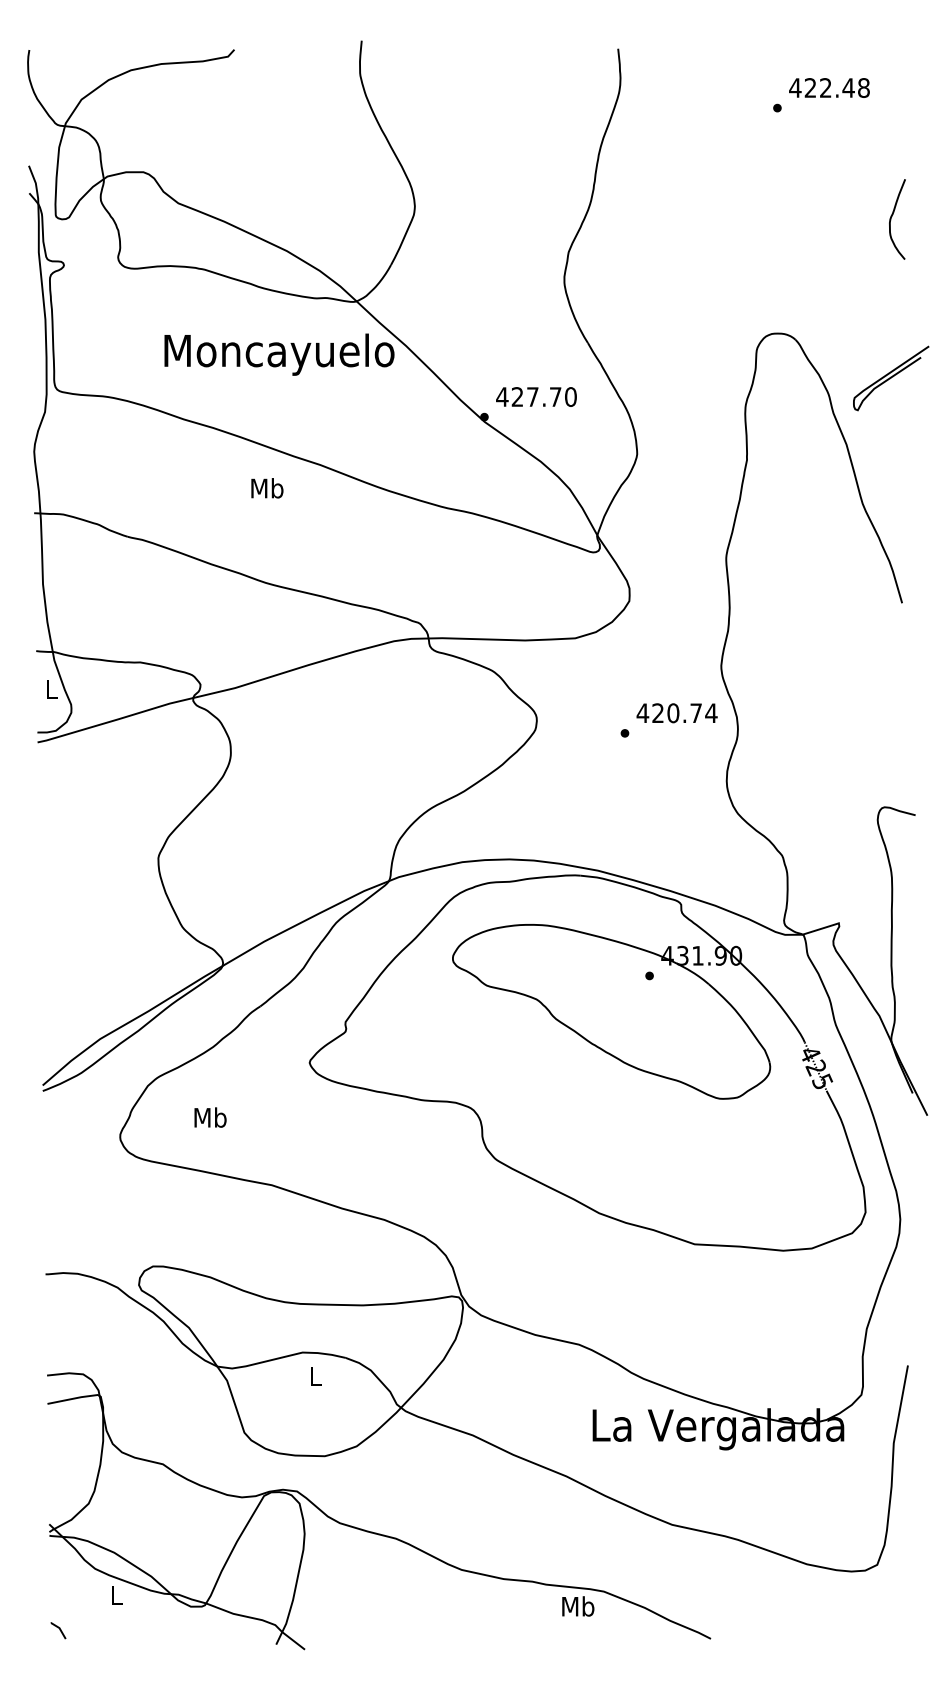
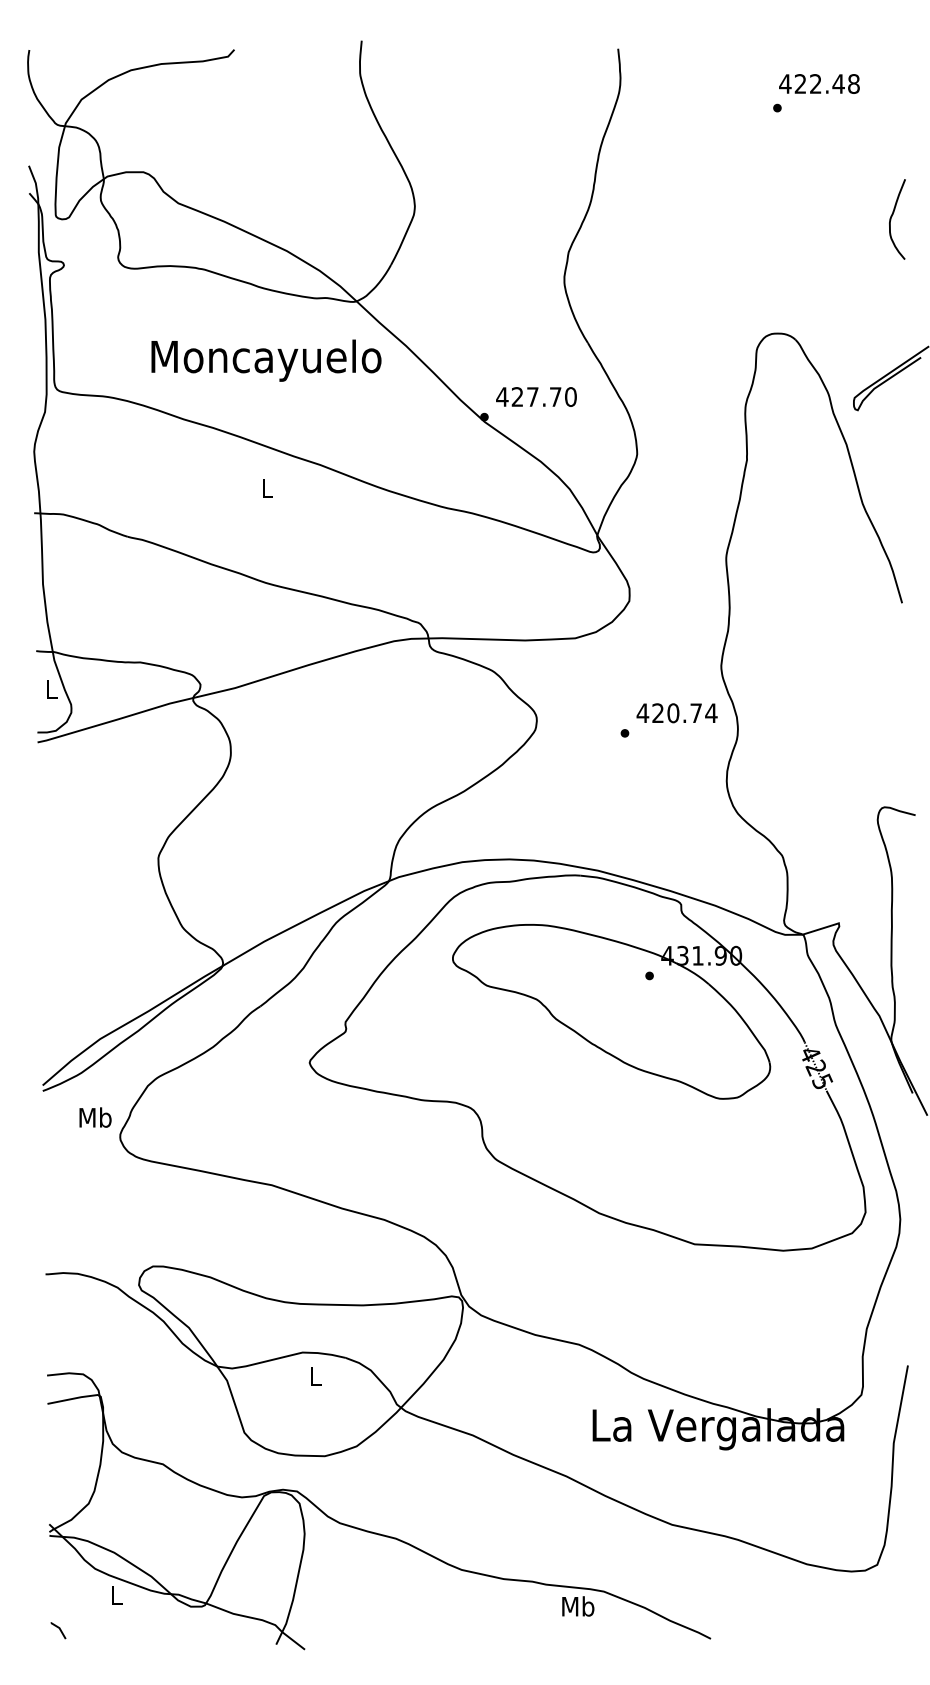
text at (829, 87) position: (829, 87) -> (819, 83)
text at (279, 354) position: (279, 354) -> (266, 360)
text at (267, 488): Mb -> L
text at (210, 1117) position: (210, 1117) -> (95, 1117)
